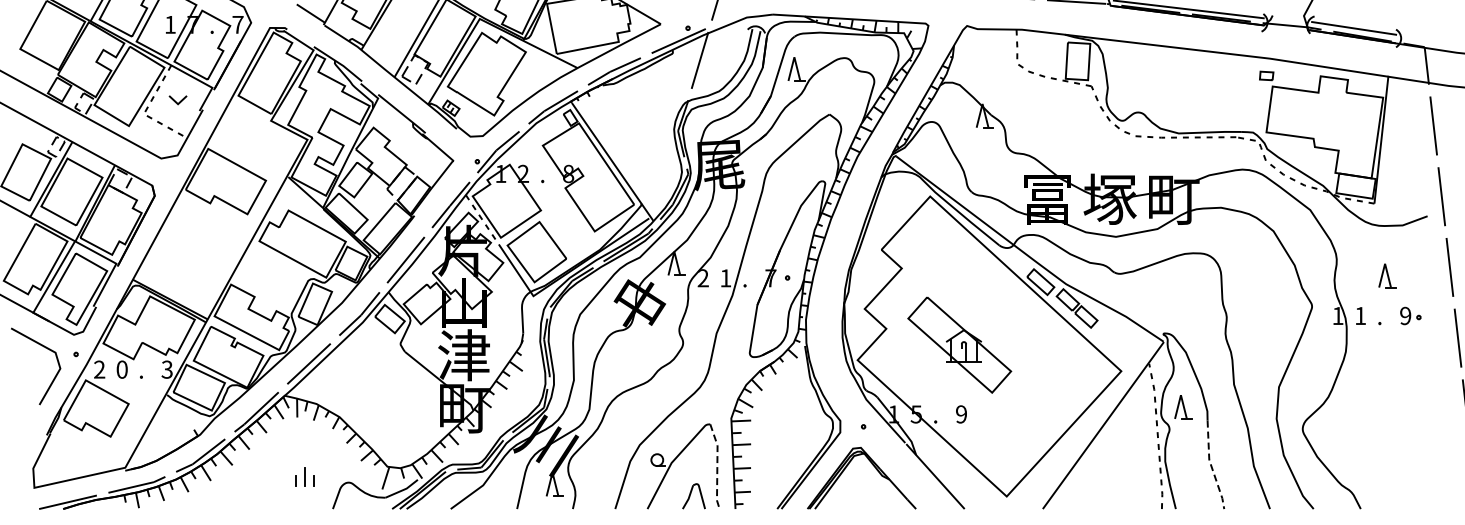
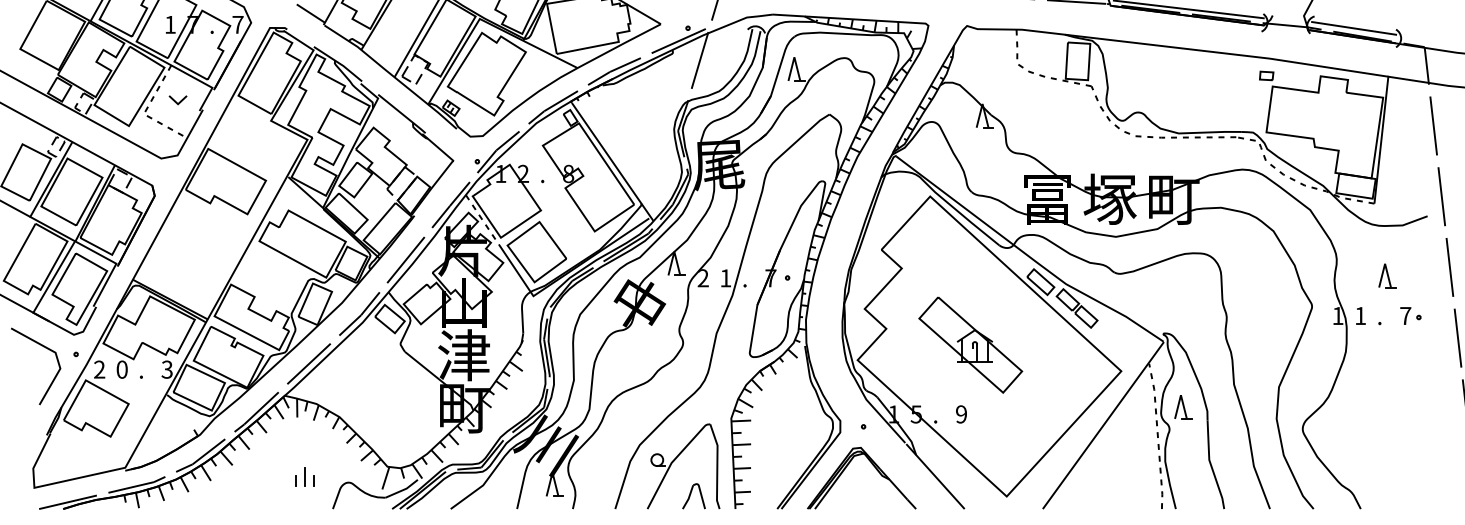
text at (1405, 315): 9 -> 7
part at (959, 344) position: (959, 344) -> (970, 344)
line at (1211, 465): dashed -> solid
line at (717, 466): dashed -> solid
